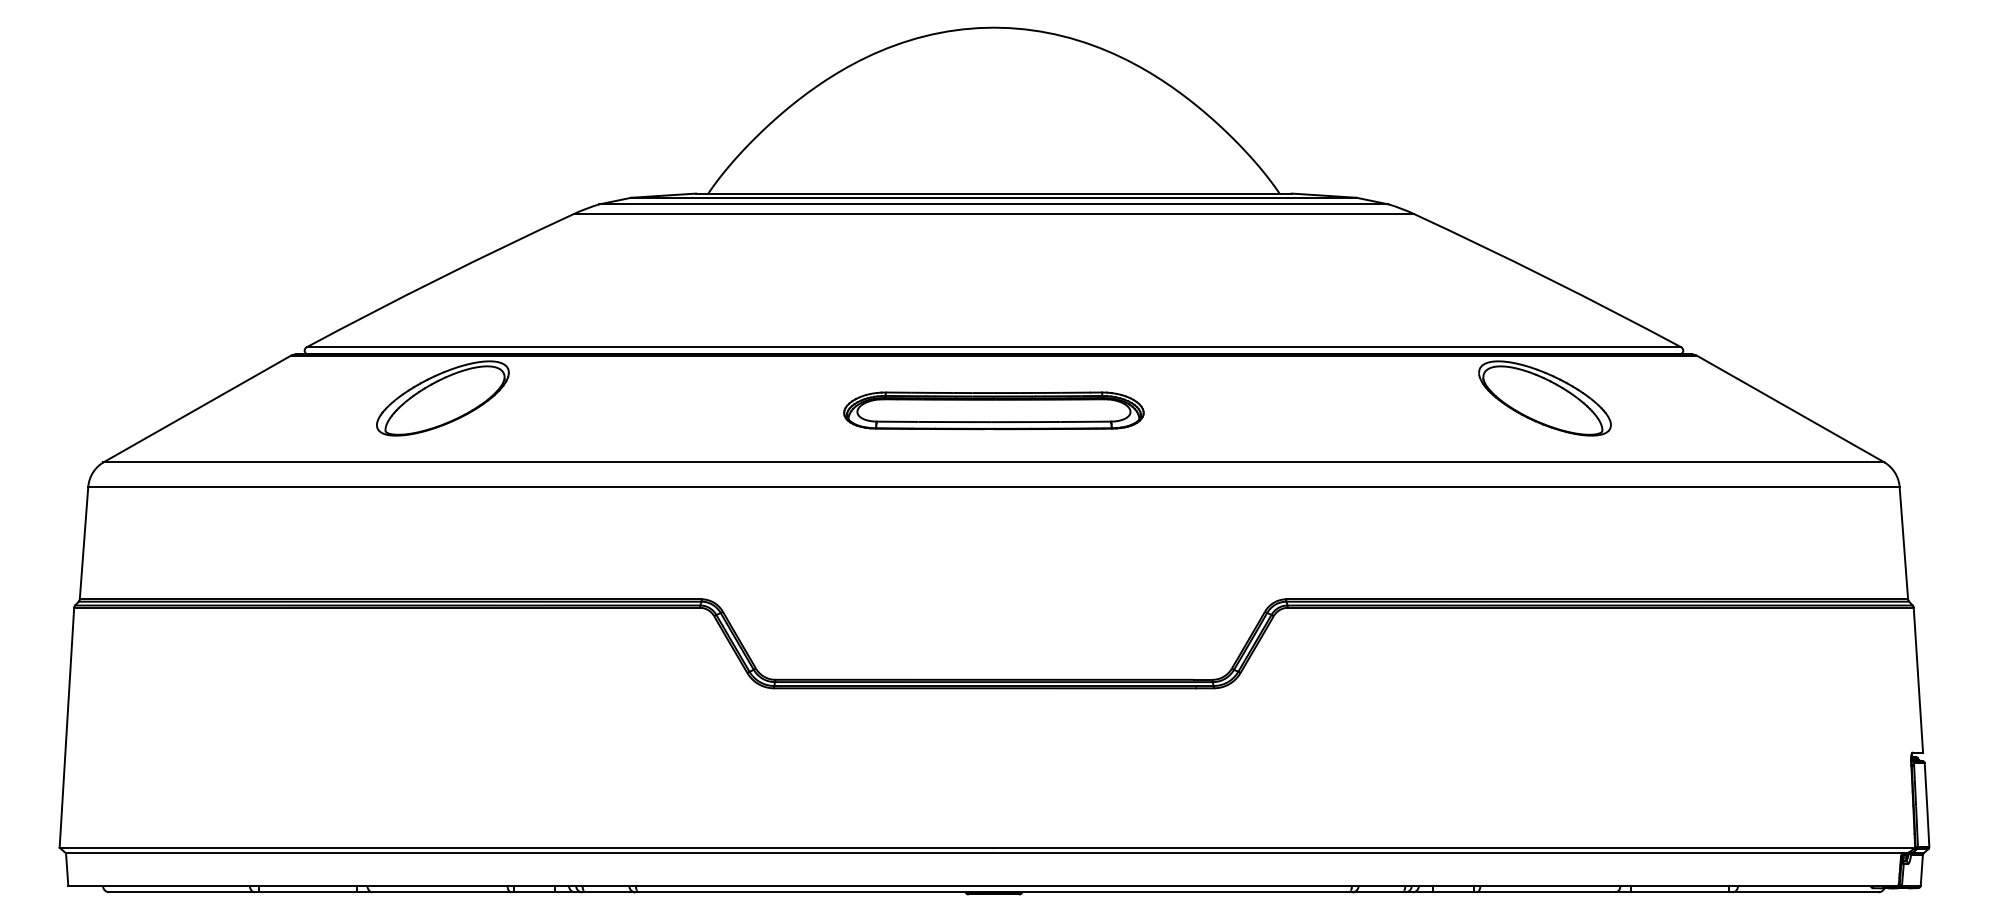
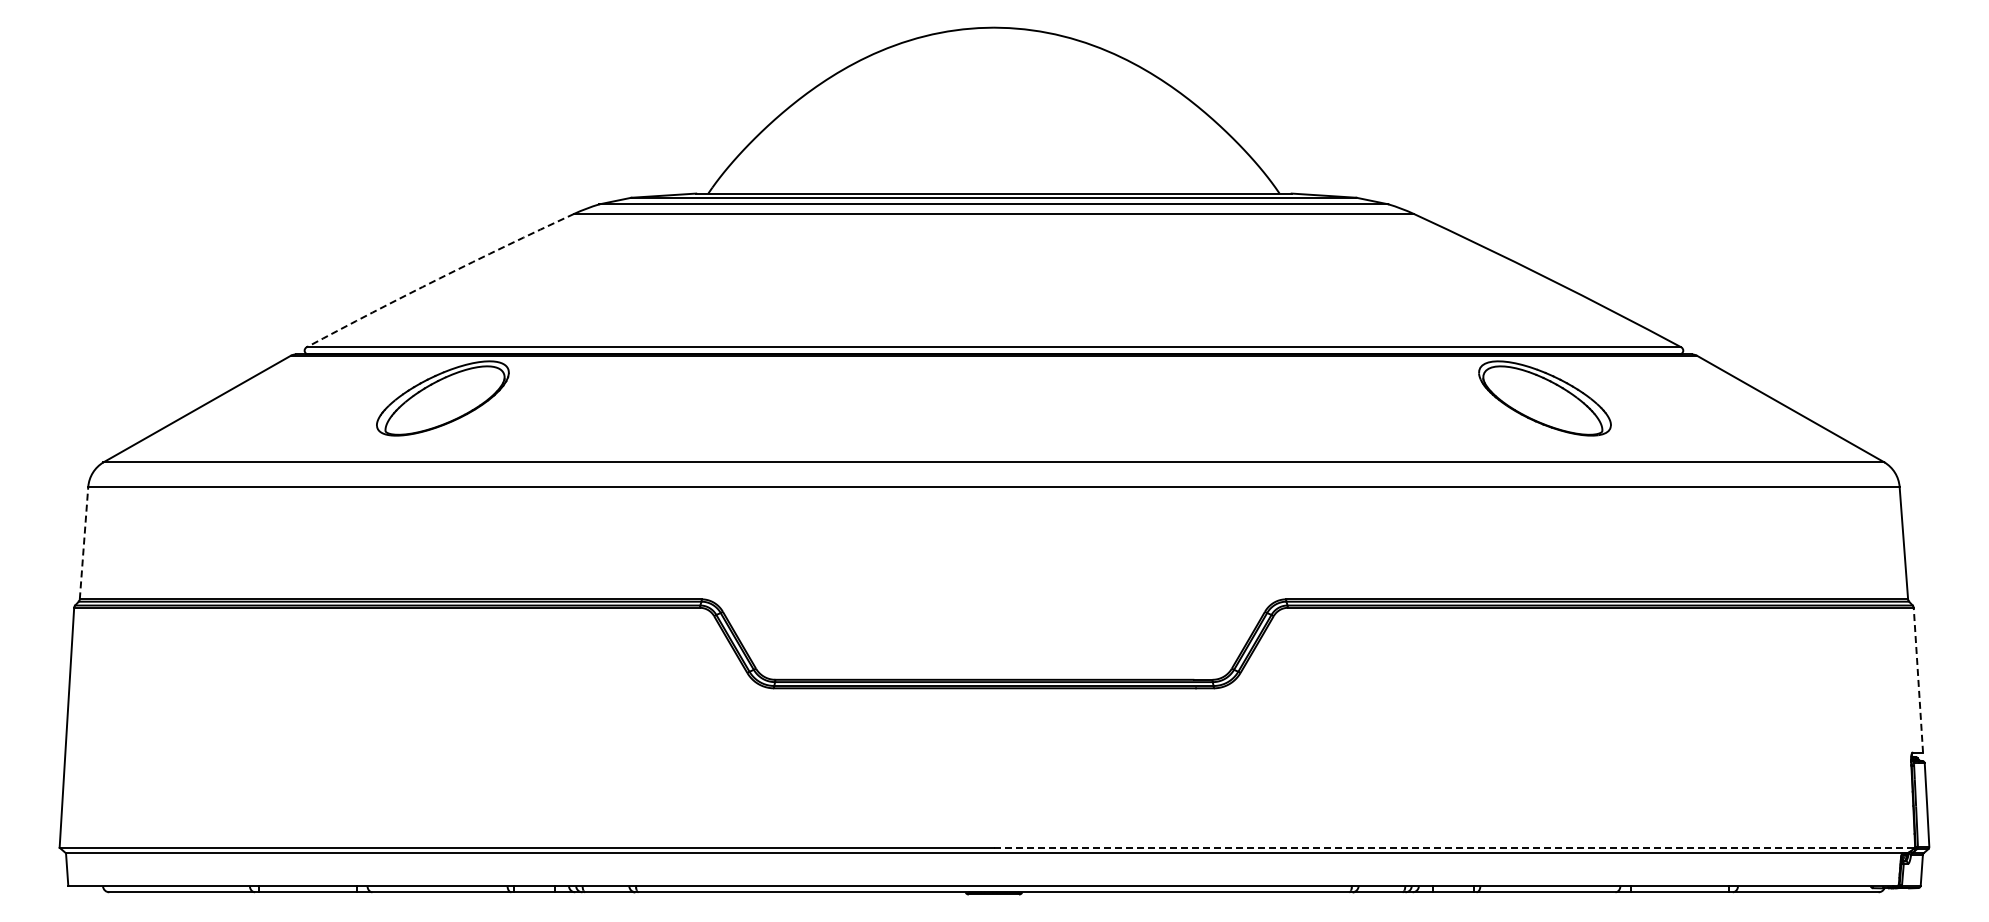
arc at (439, 278): solid -> dashed
part at (993, 410): present -> none
line at (84, 542): solid -> dashed
line at (1918, 680): solid -> dashed
line at (1454, 847): solid -> dashed
